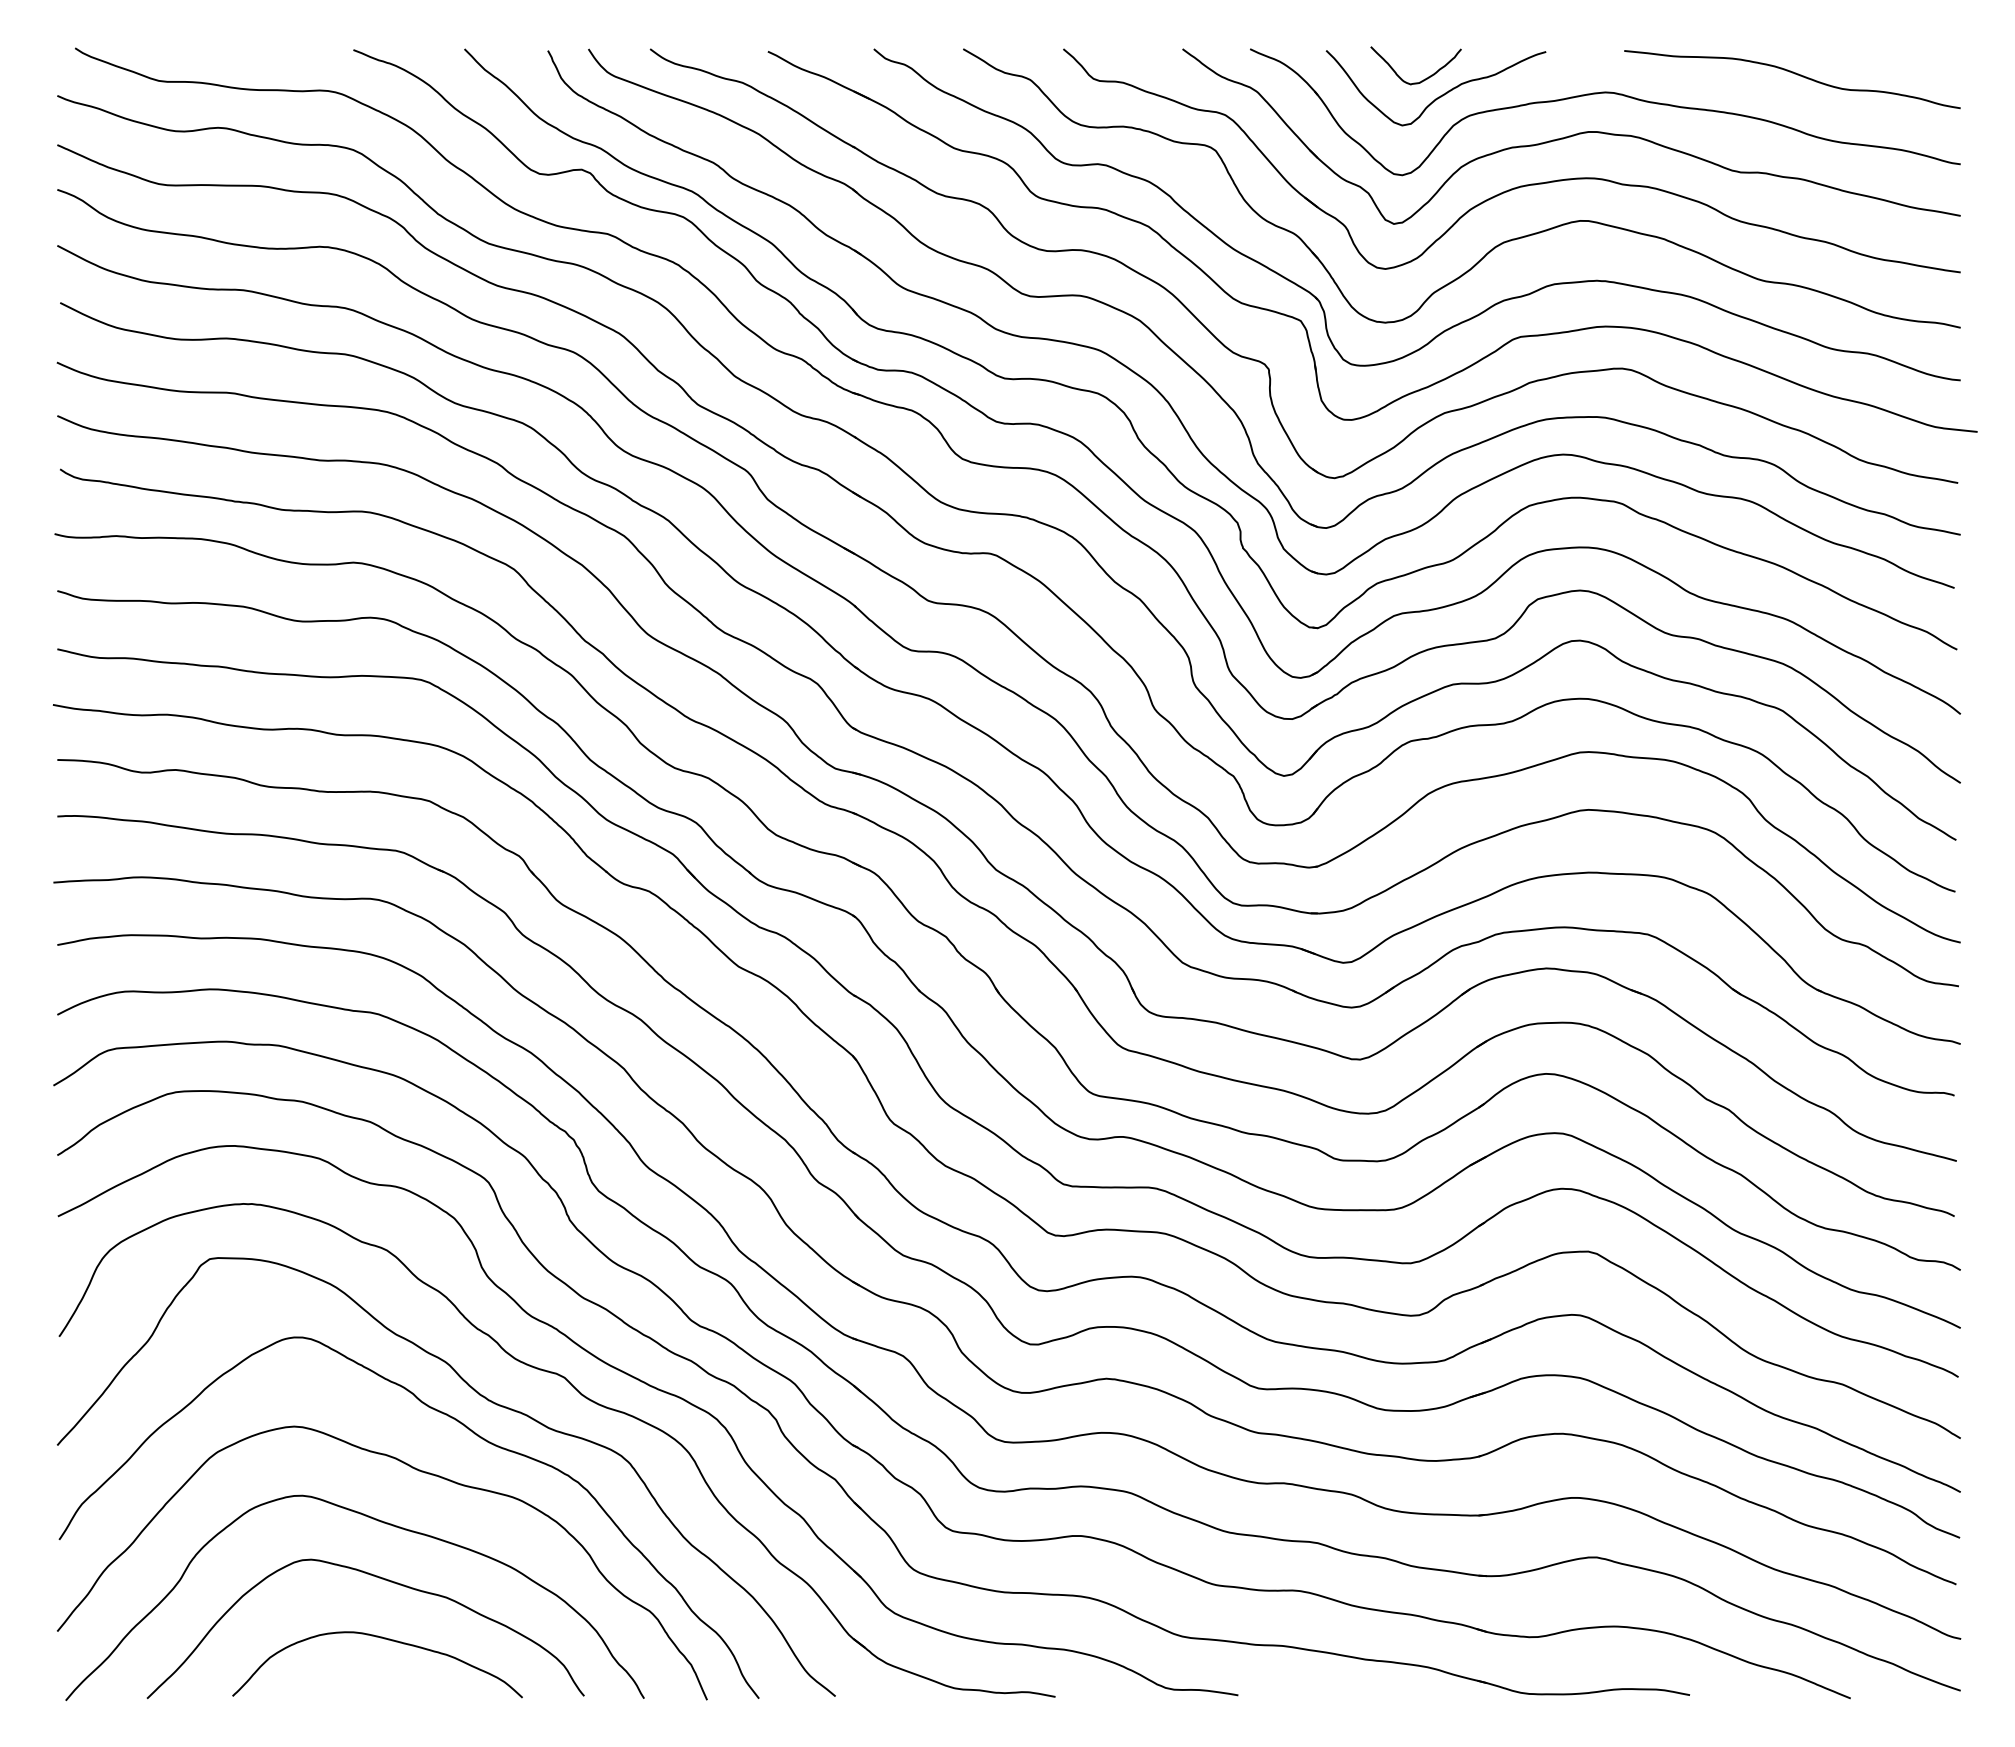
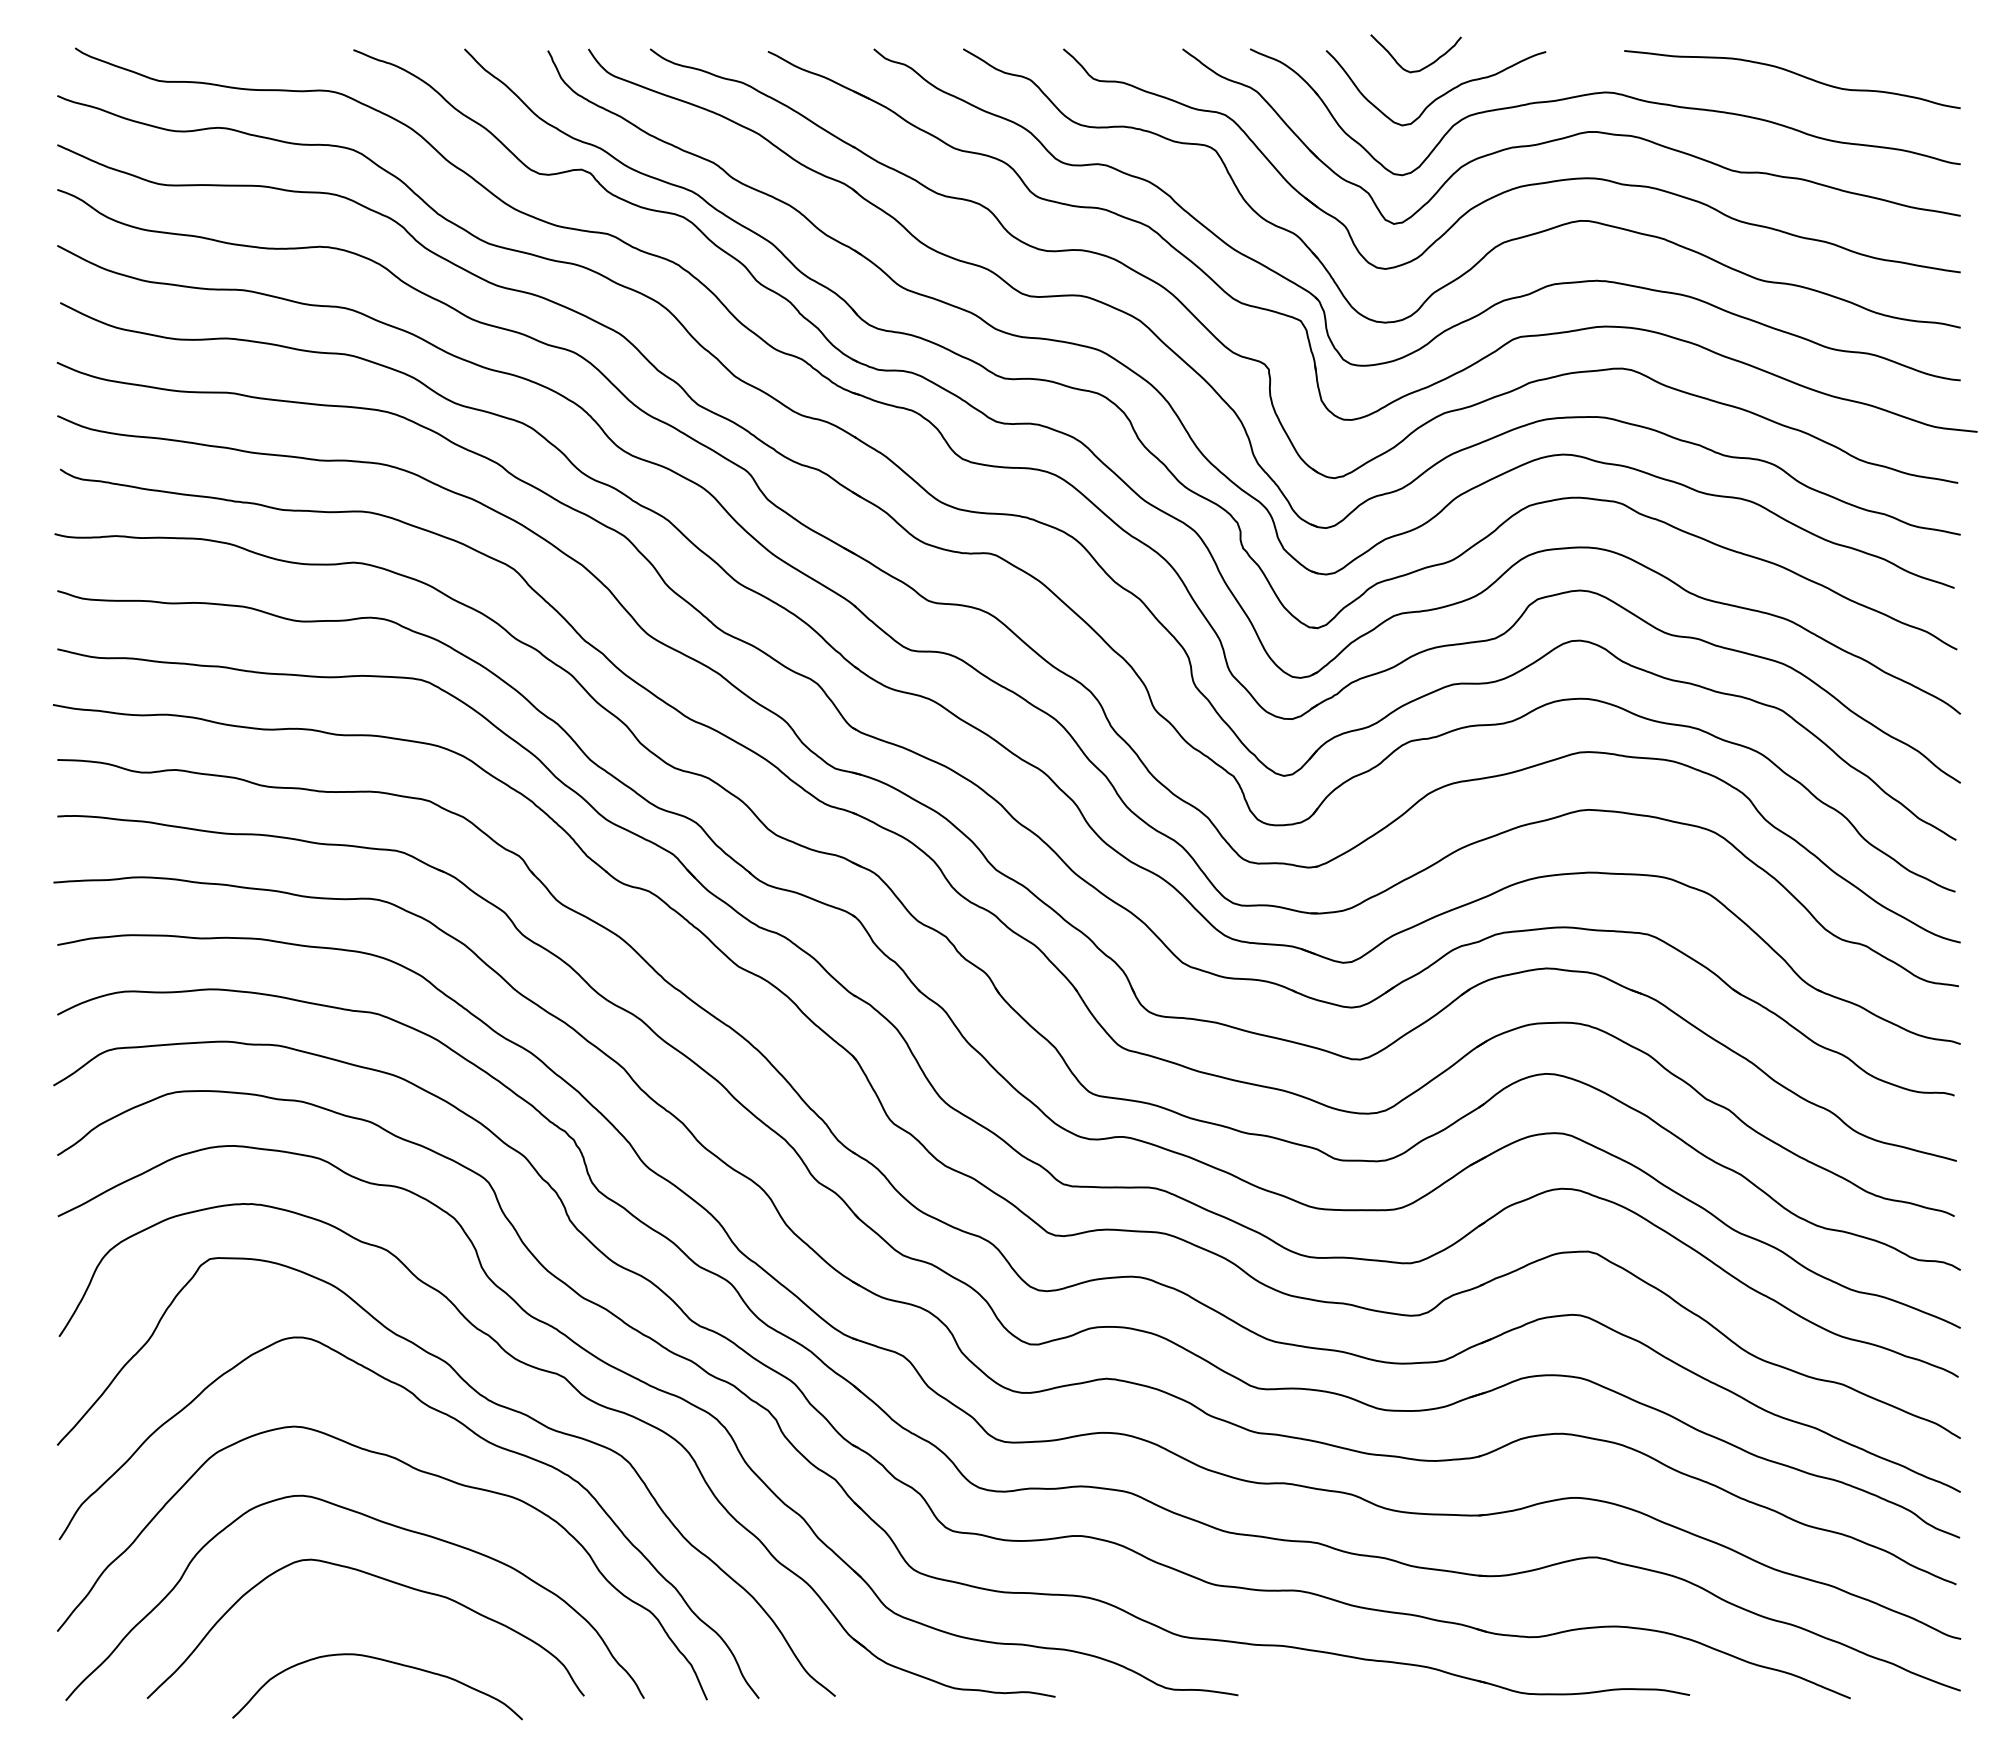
curve at (1423, 79) position: (1423, 79) -> (1423, 67)
curve at (384, 1639) position: (384, 1639) -> (384, 1661)
